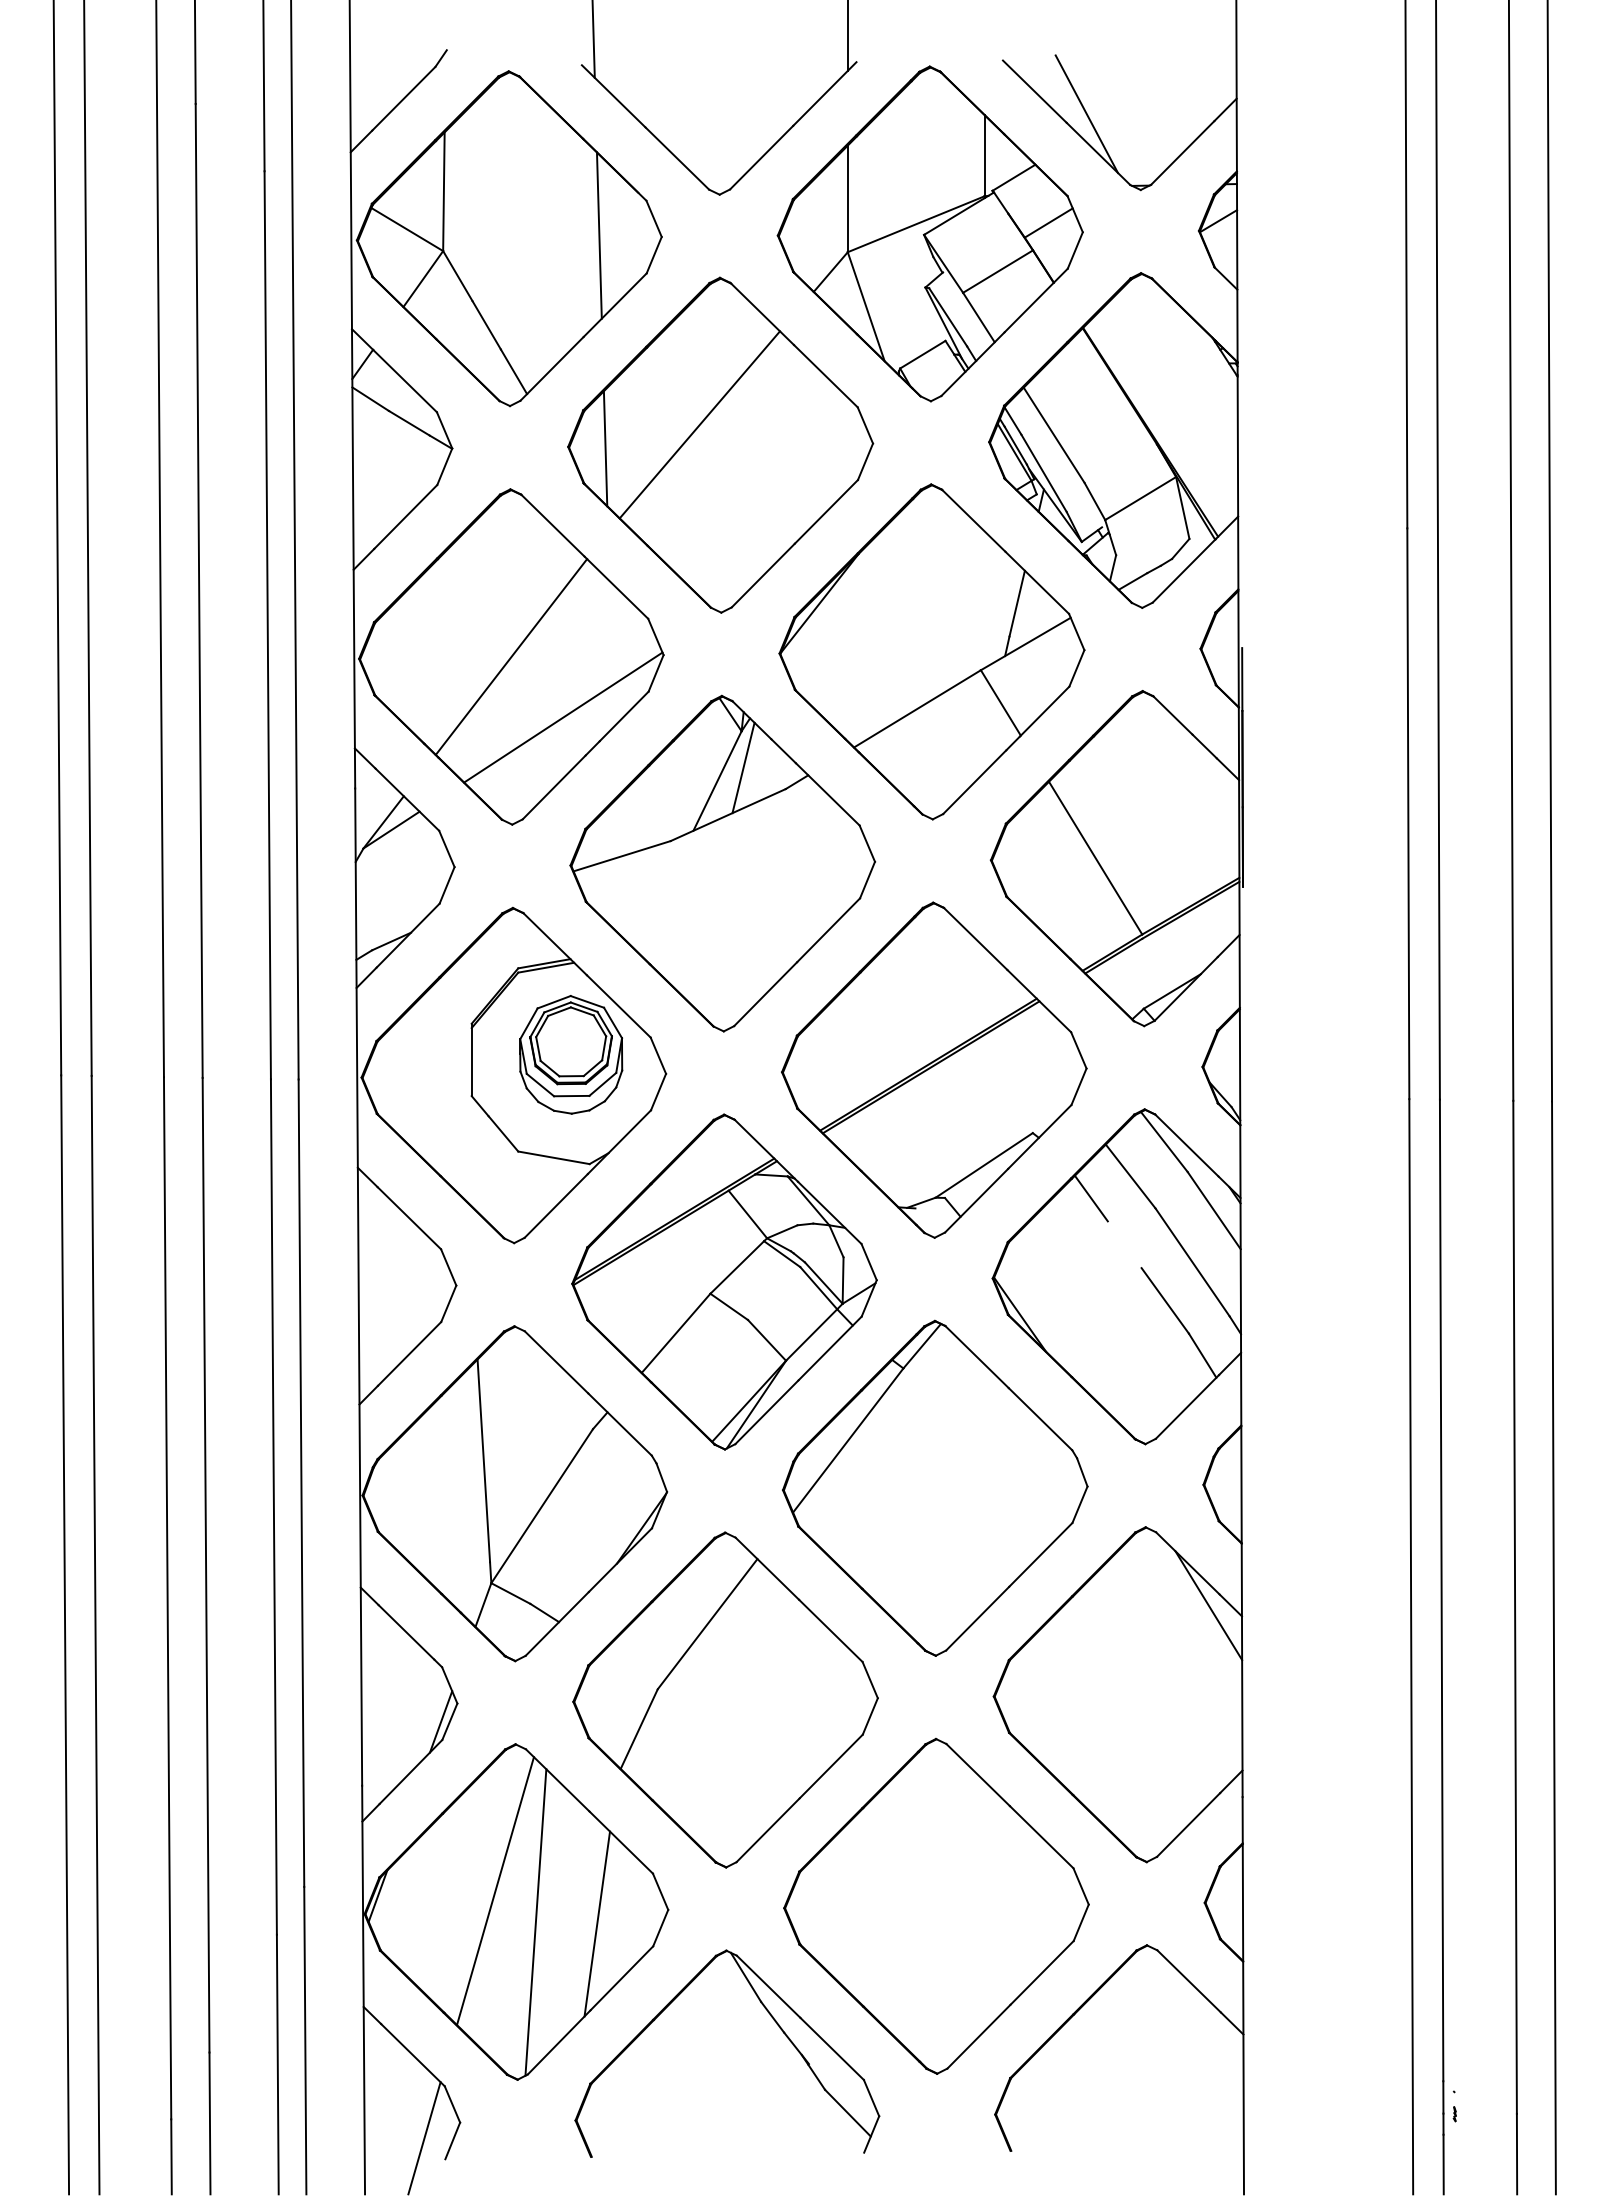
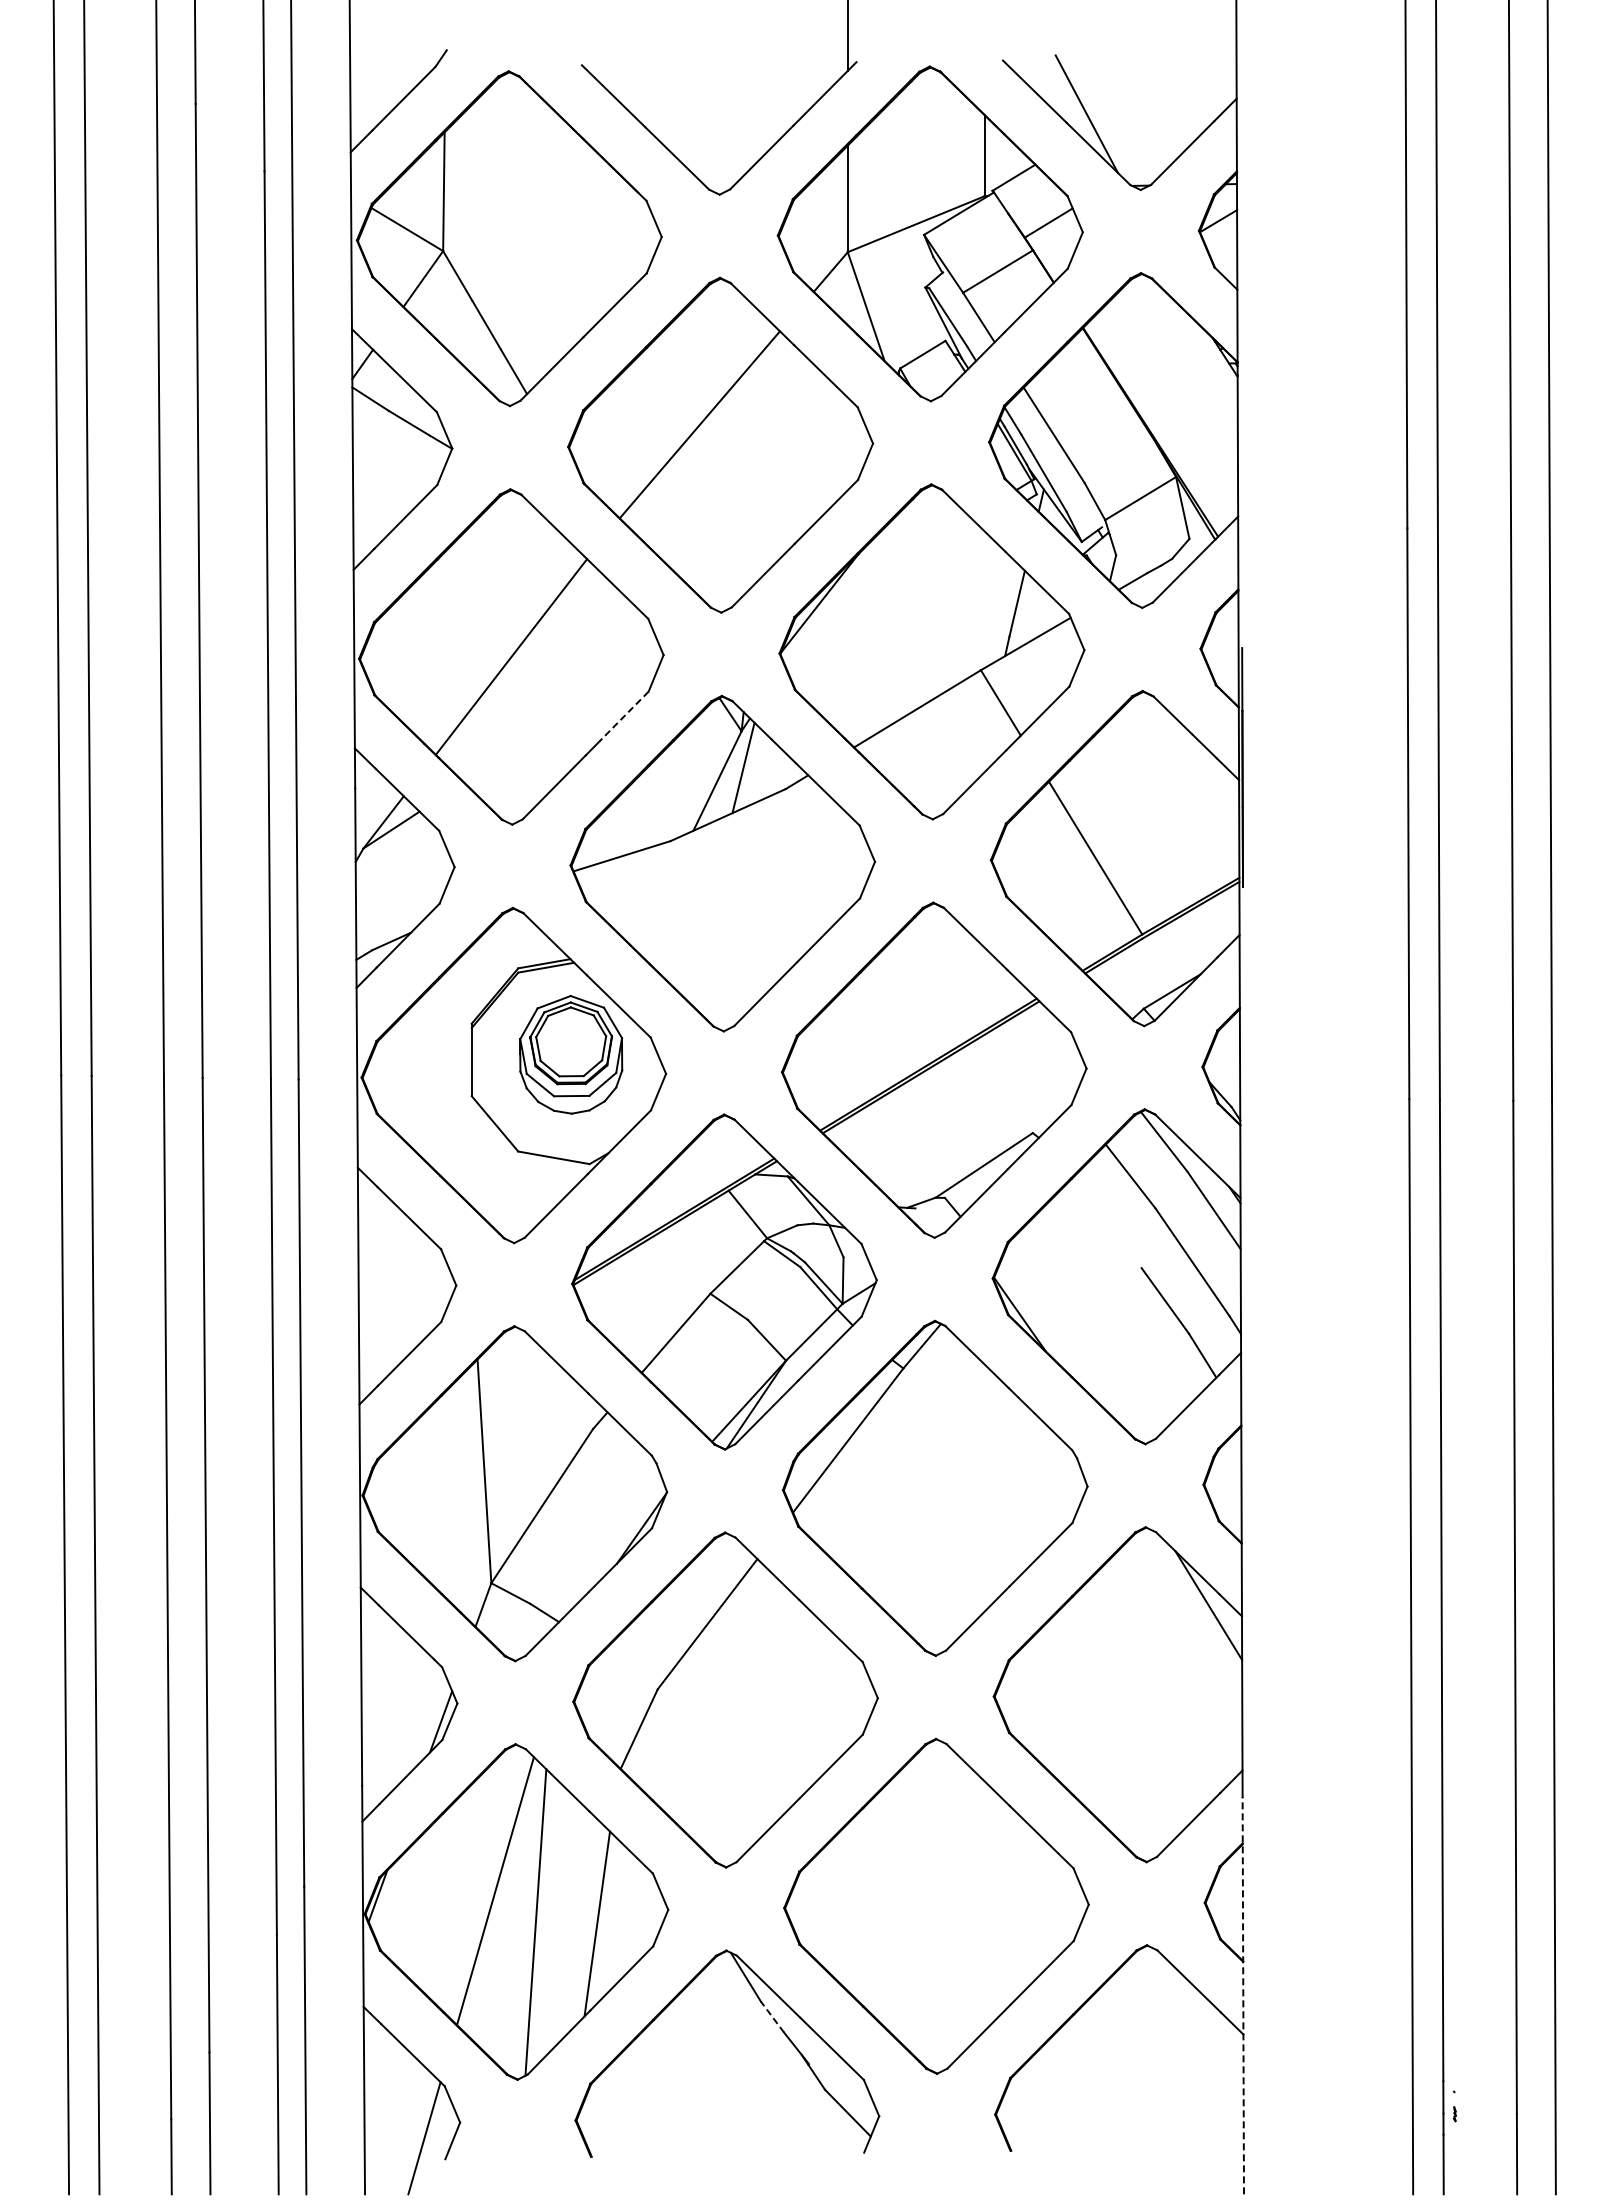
line at (593, 39): present -> none
line at (598, 235): present -> none
line at (605, 448): present -> none
line at (624, 716): solid -> dashed
line at (563, 717): present -> none
line at (1090, 1198): present -> none
line at (1243, 1995): solid -> dashed
line at (772, 2016): solid -> dashed
